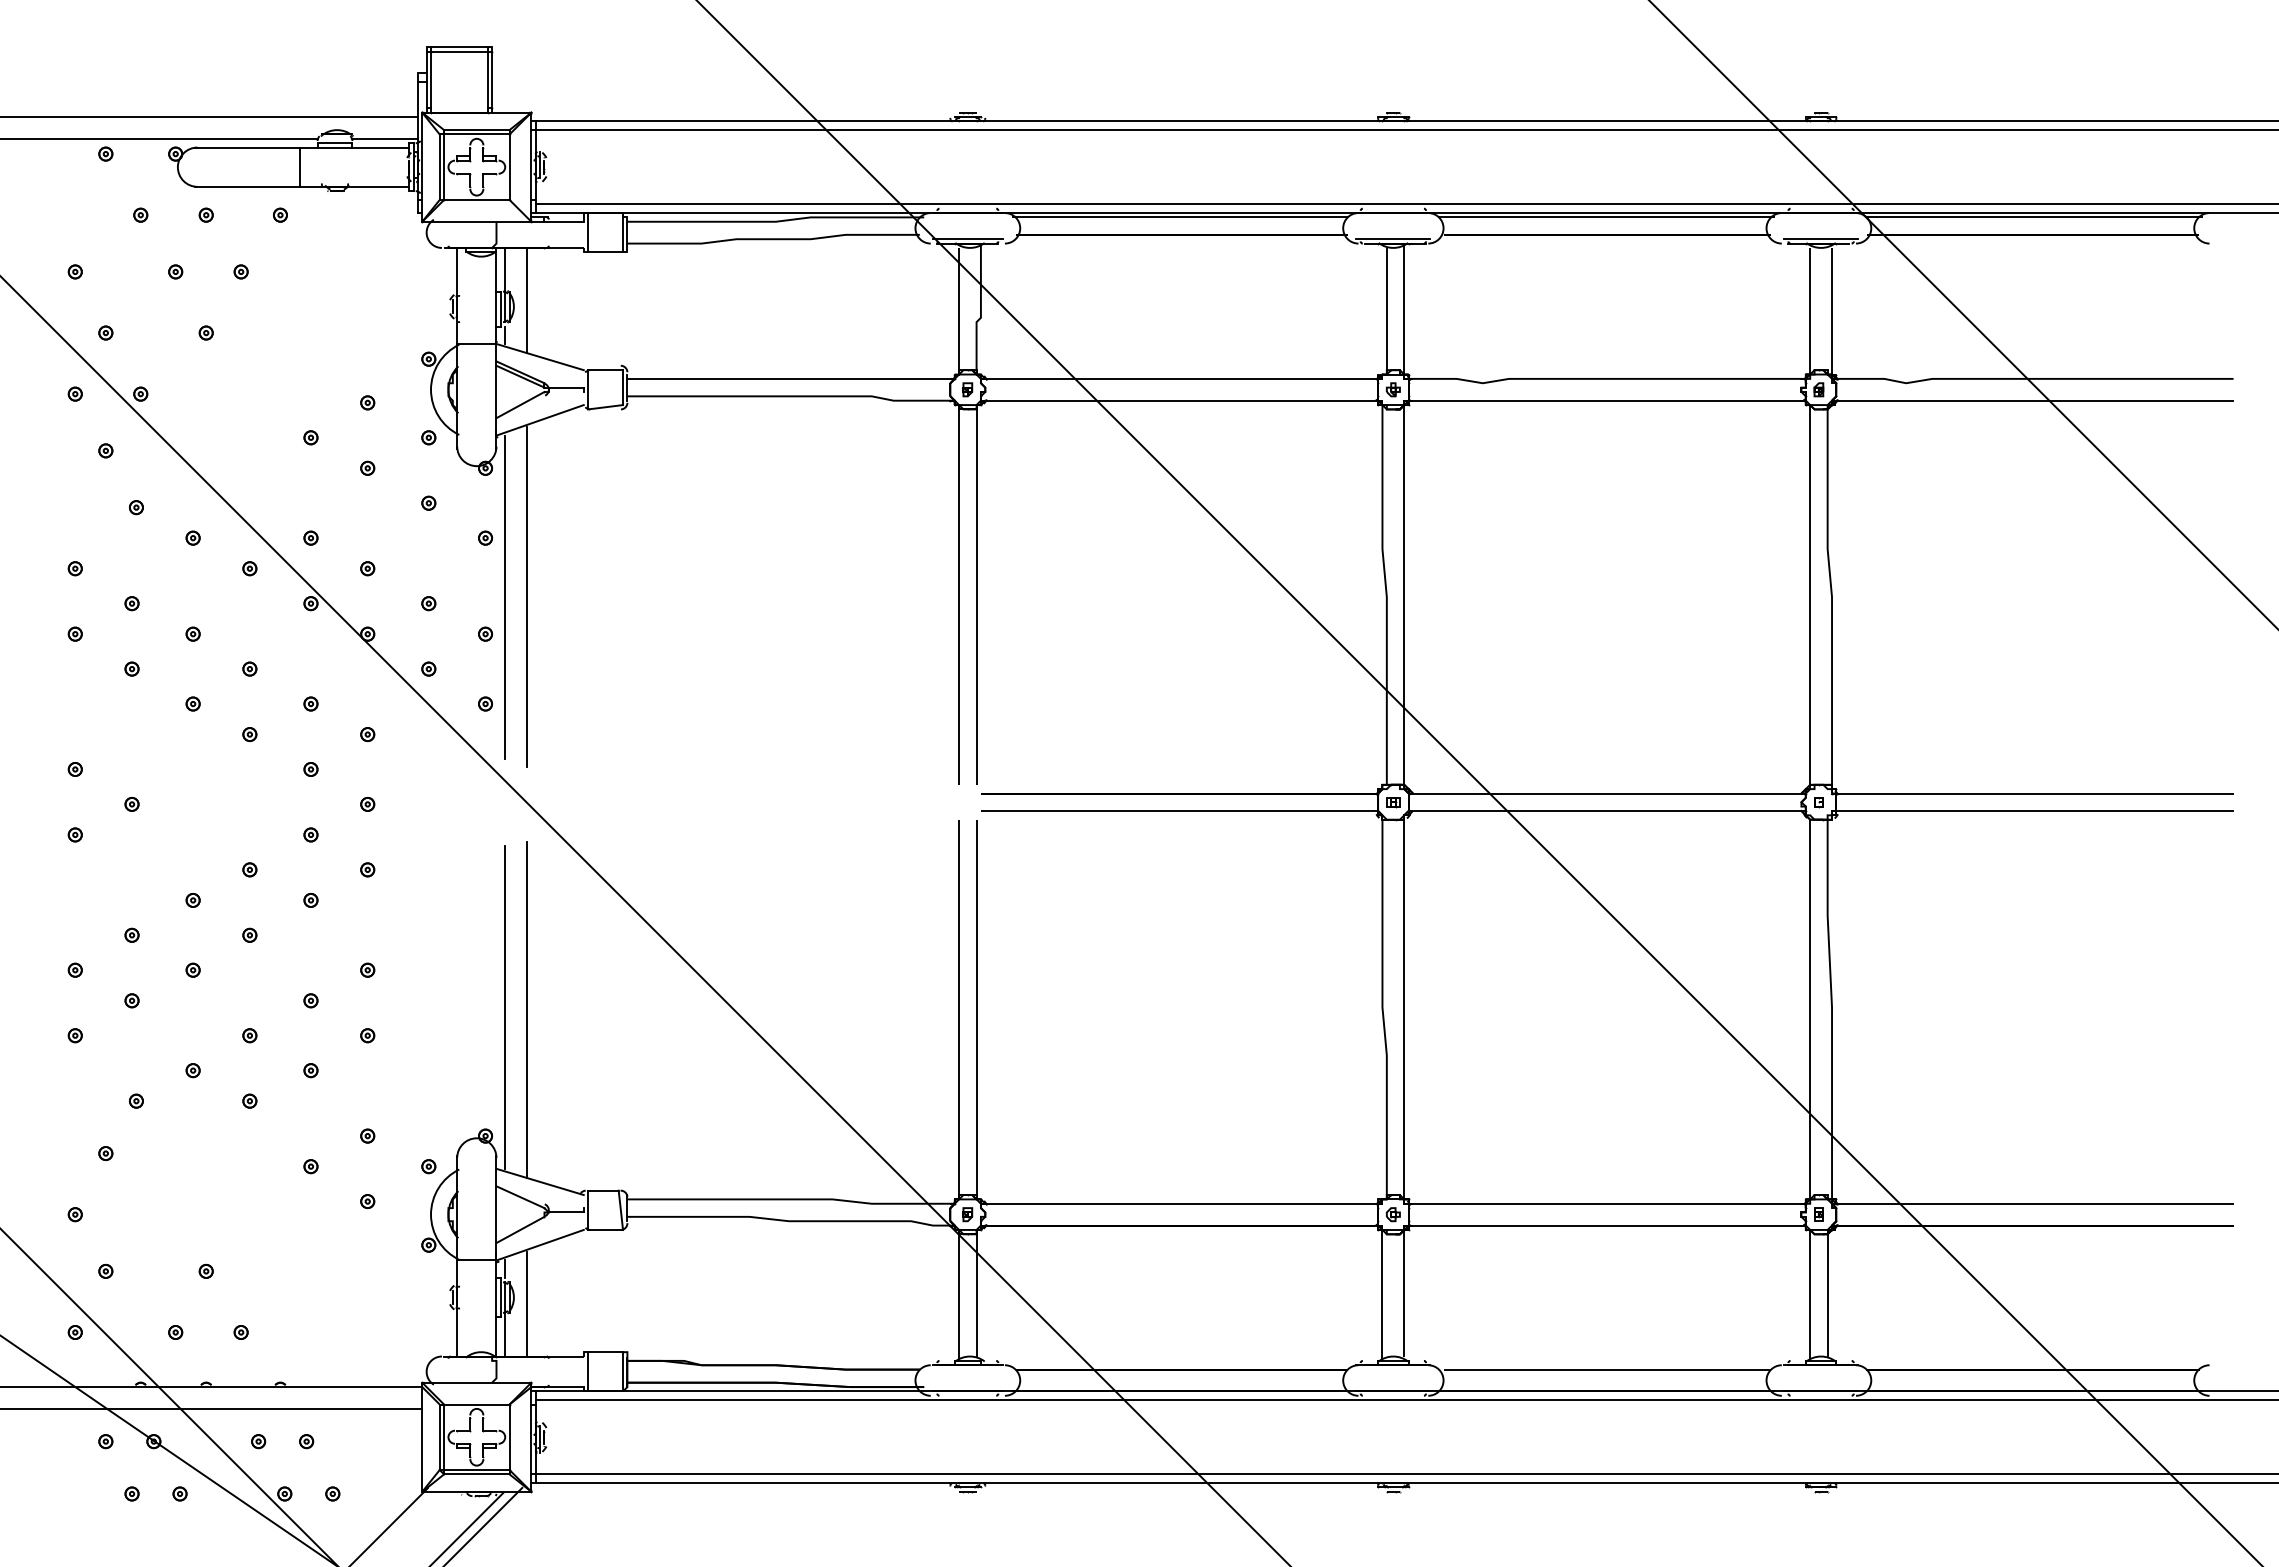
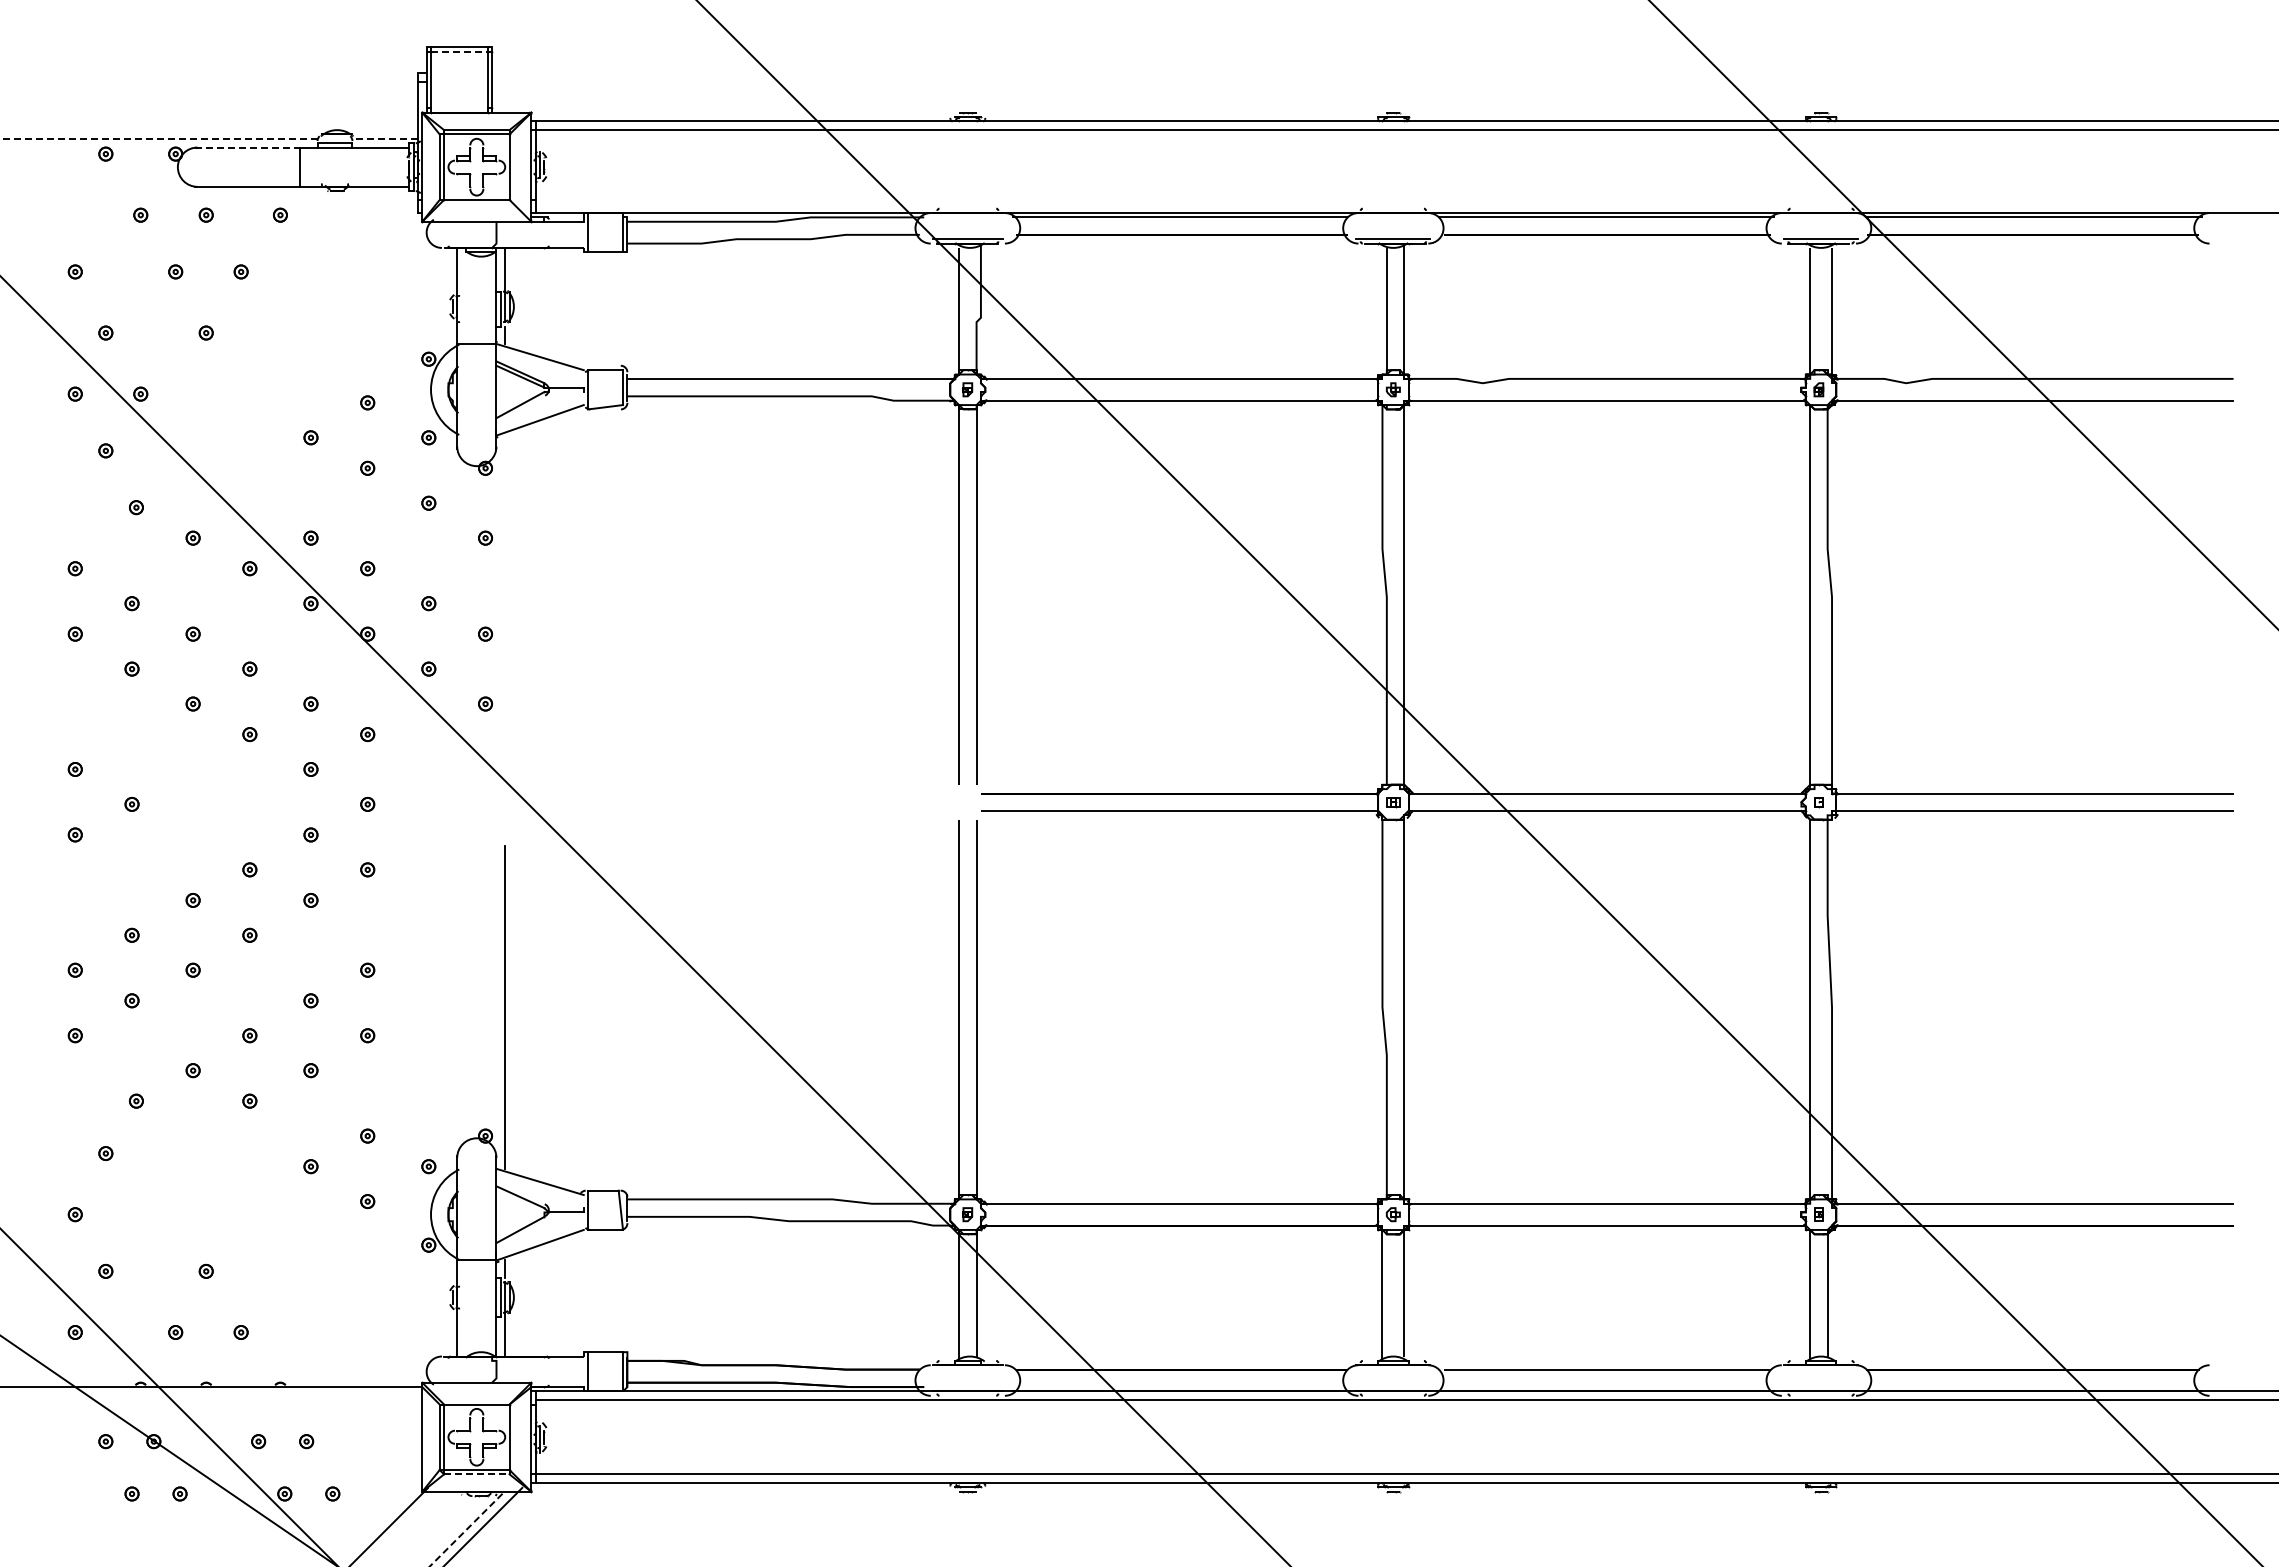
line at (459, 51): solid -> dashed
line at (209, 117): present -> none
line at (158, 138): solid -> dashed
line at (385, 138): solid -> dashed
line at (248, 147): solid -> dashed
line at (1405, 204): present -> none
line at (527, 299): present -> none
line at (505, 596): present -> none
line at (527, 596): present -> none
line at (527, 1009): present -> none
line at (527, 1303): present -> none
line at (212, 1408): present -> none
line at (476, 1474): solid -> dashed
line at (466, 1529): solid -> dashed
